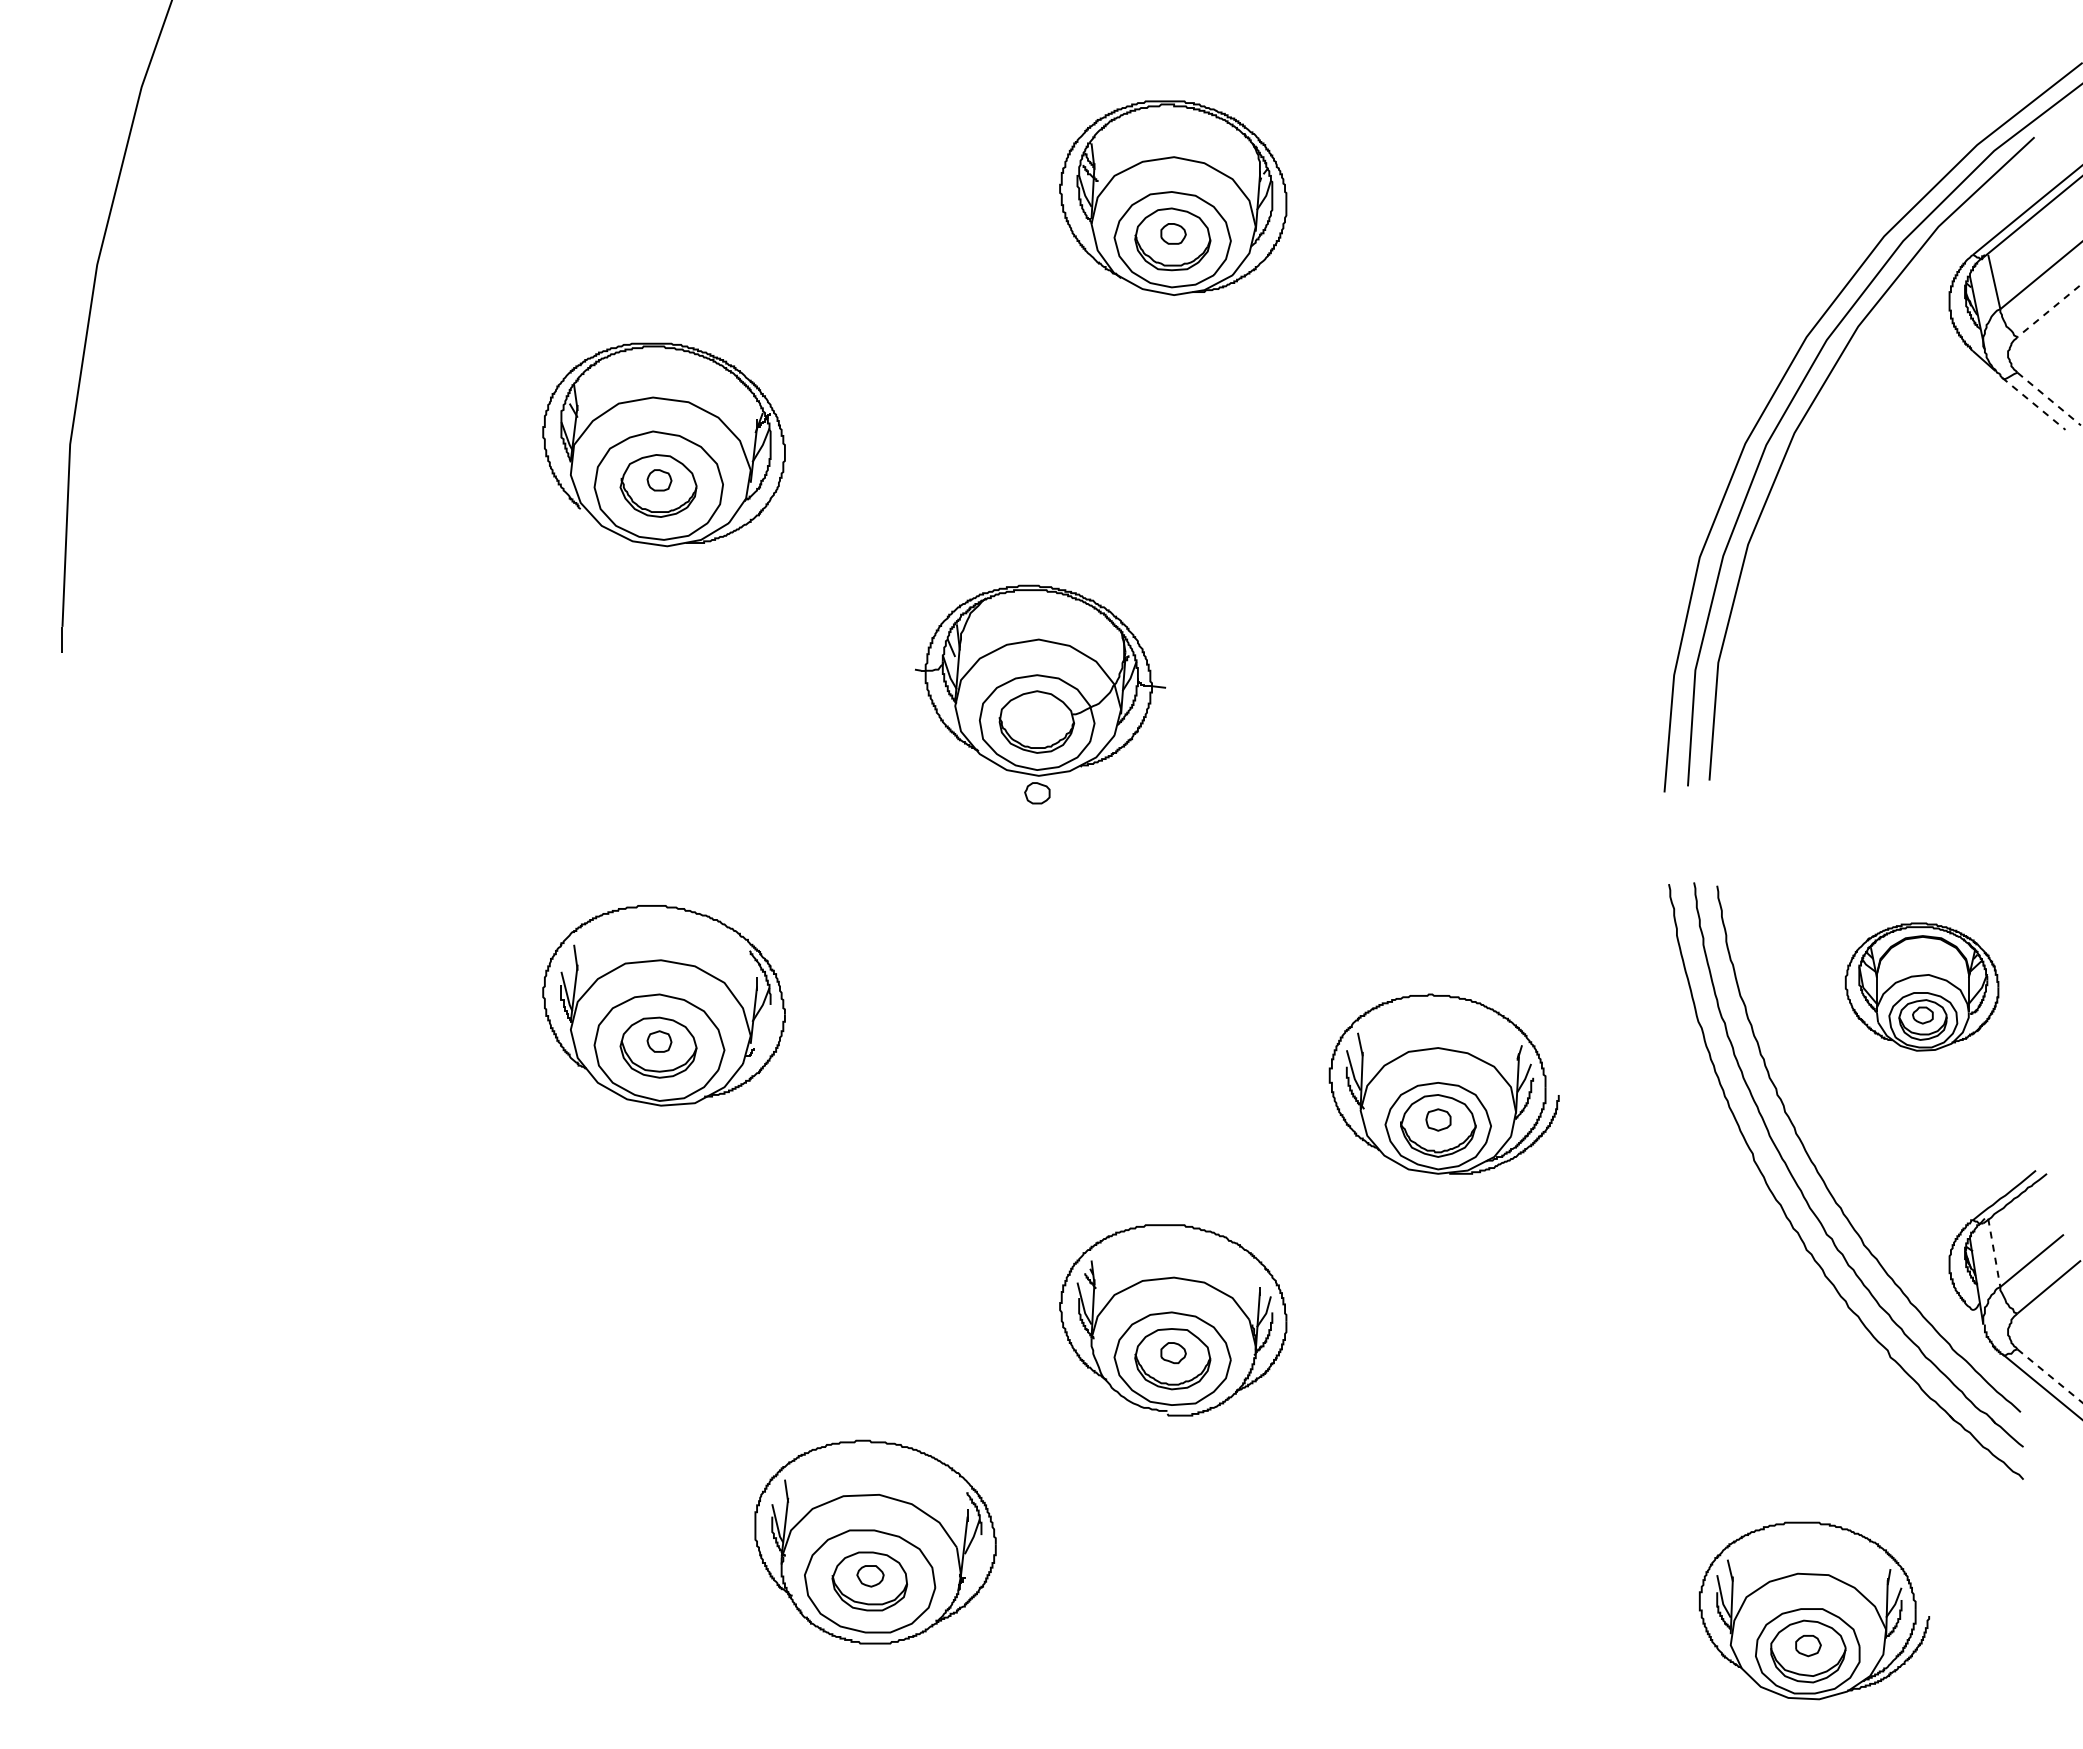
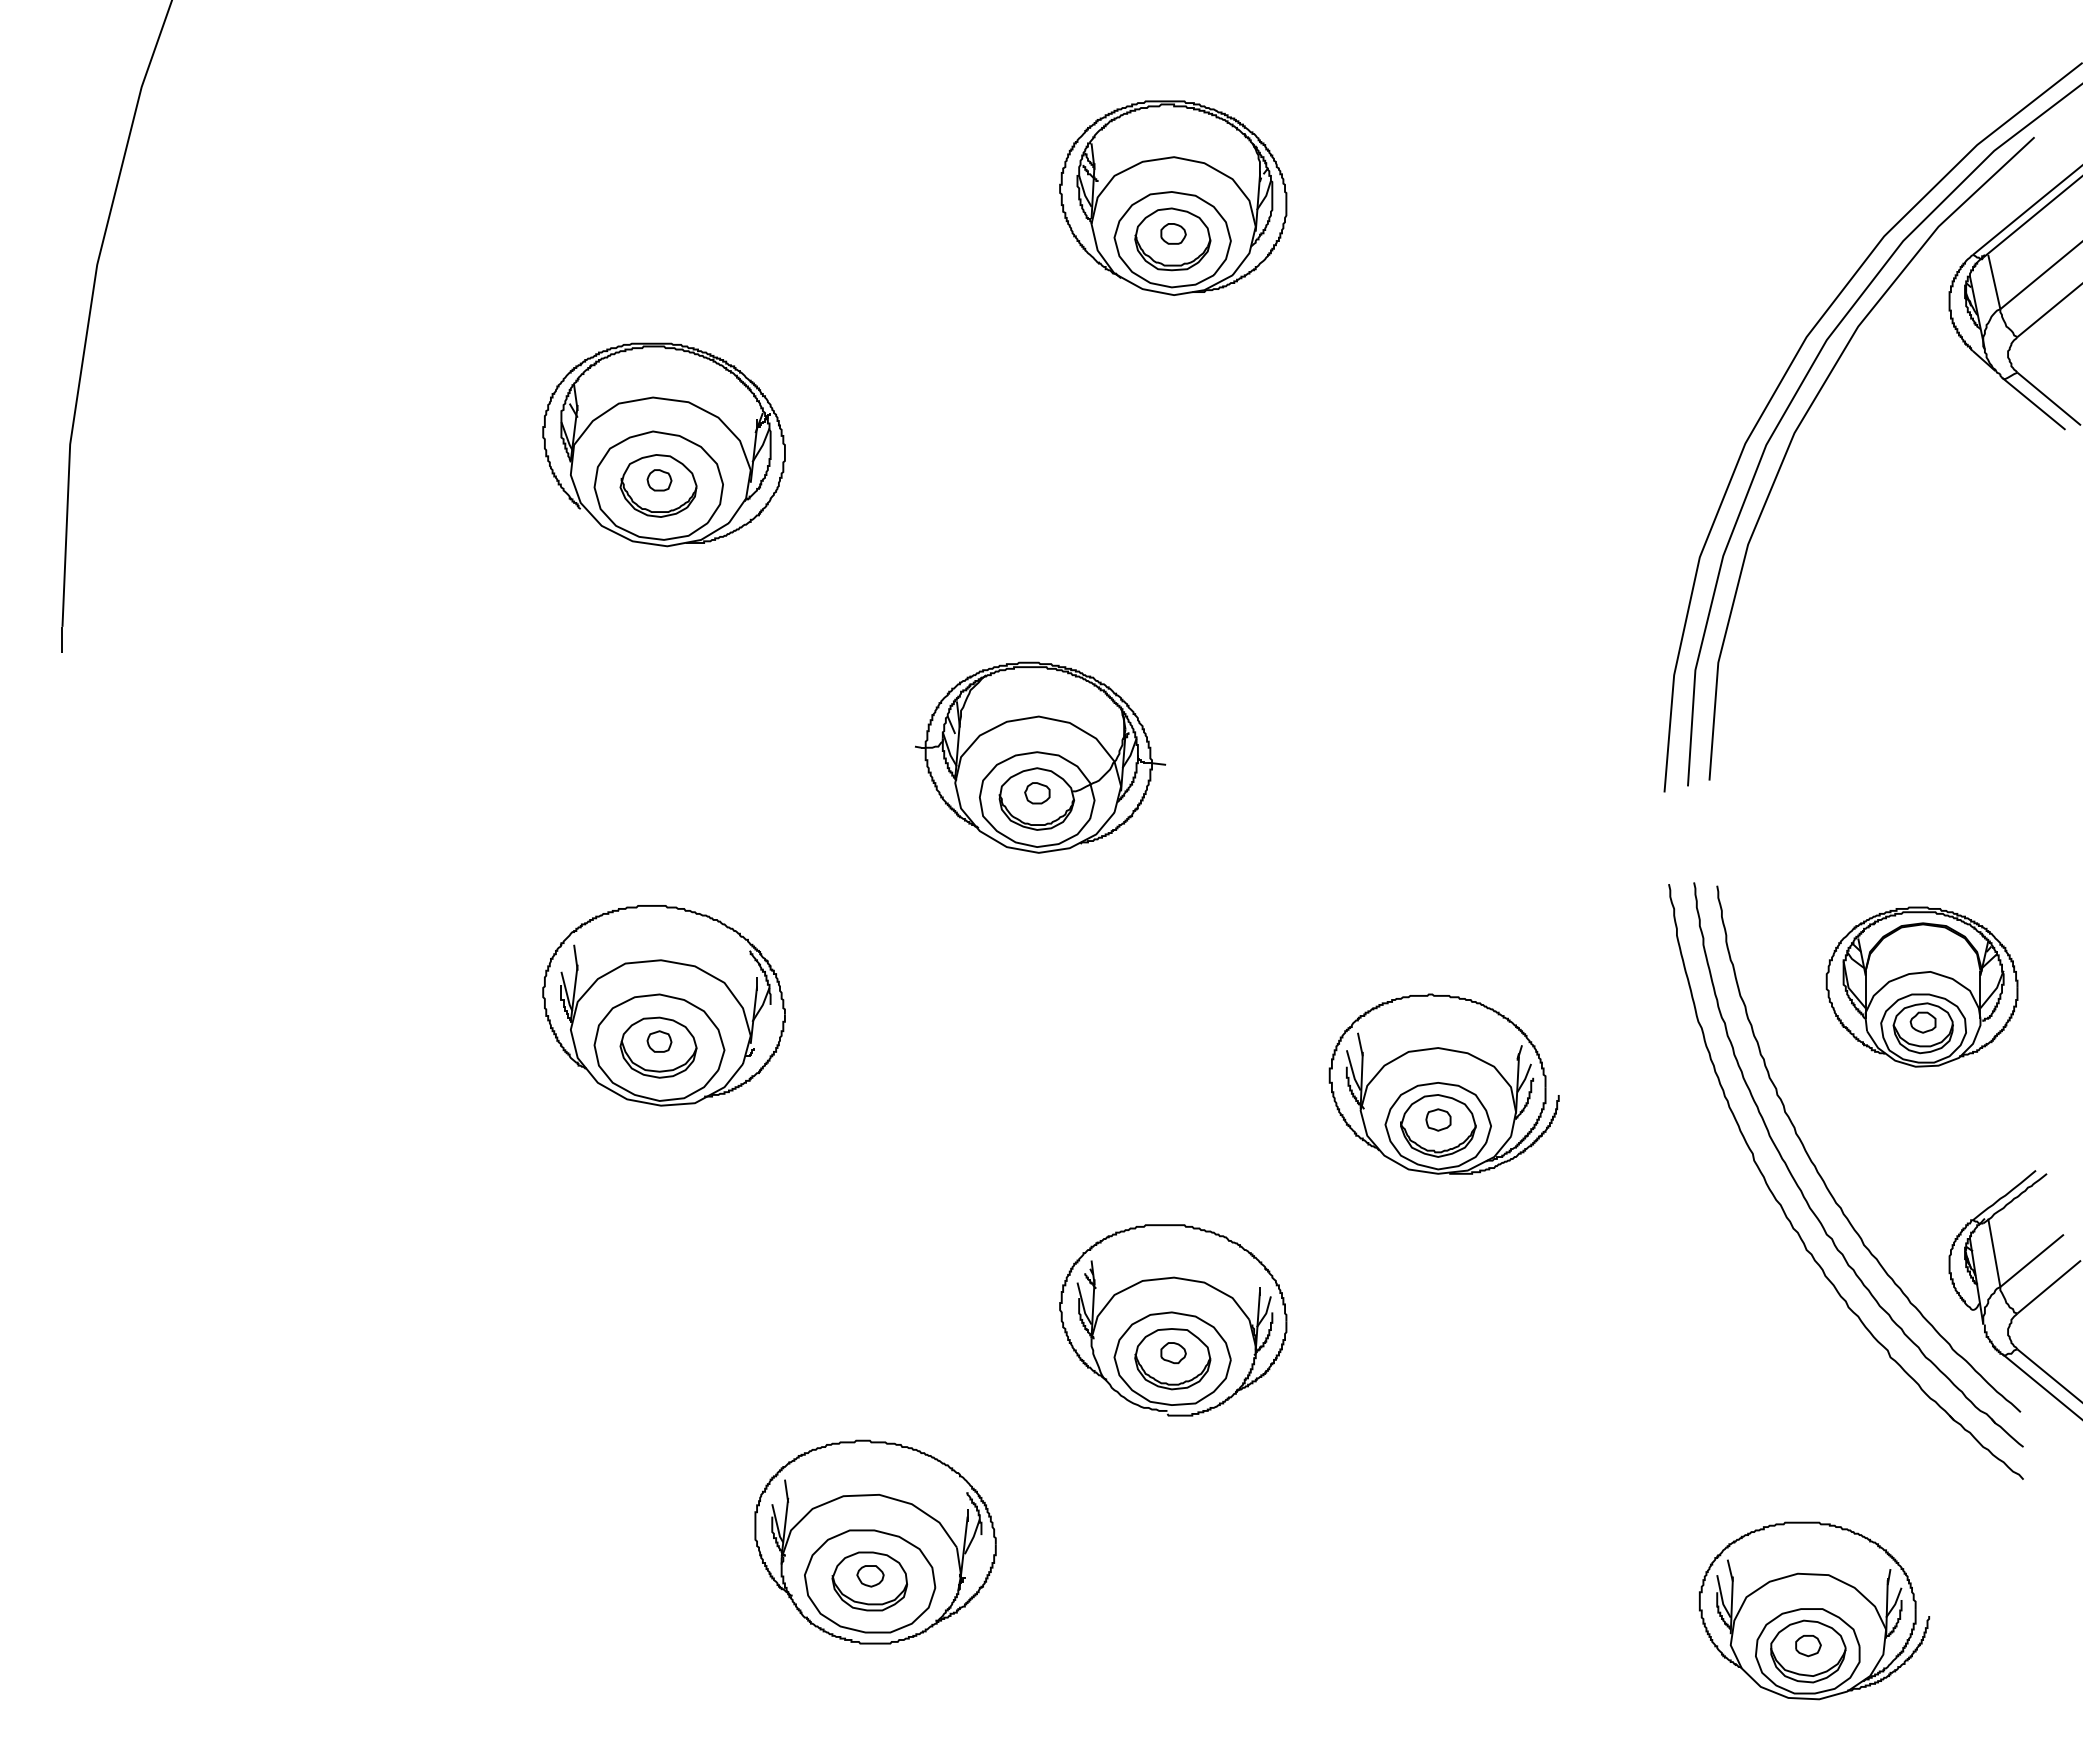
line at (2049, 310): dashed -> solid
line at (2049, 399): dashed -> solid
line at (2034, 404): dashed -> solid
part at (1040, 680) position: (1040, 680) -> (1040, 757)
part at (1921, 986) size: 156x130 px -> 194x162 px
line at (1994, 1252): dashed -> solid
line at (2050, 1376): dashed -> solid
